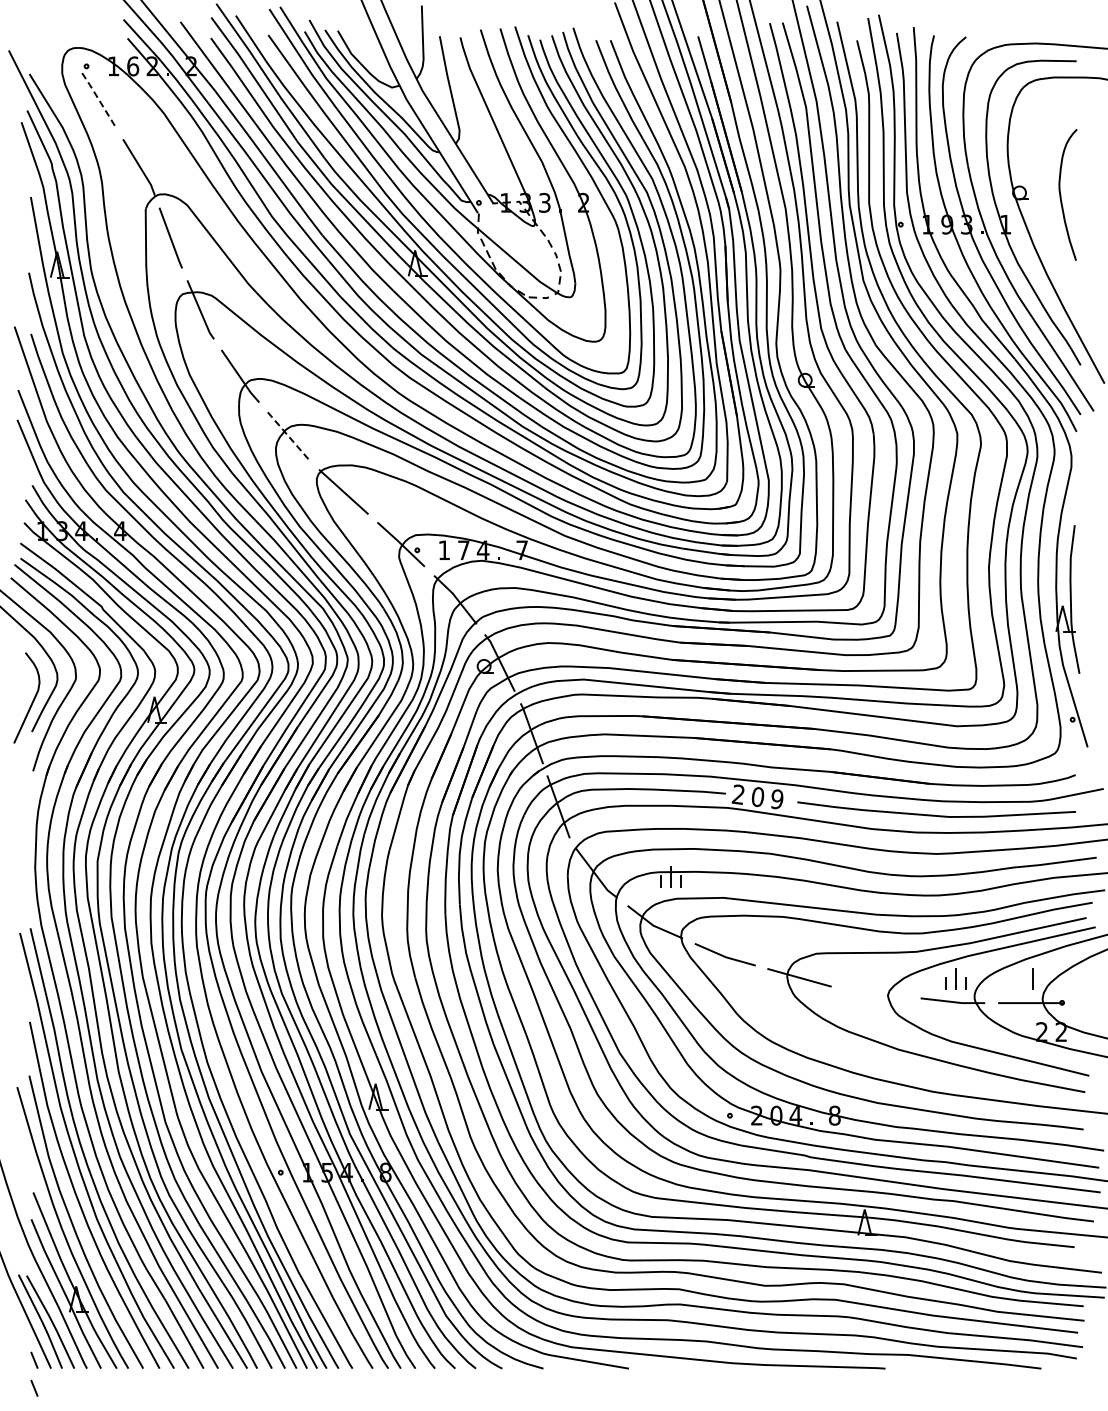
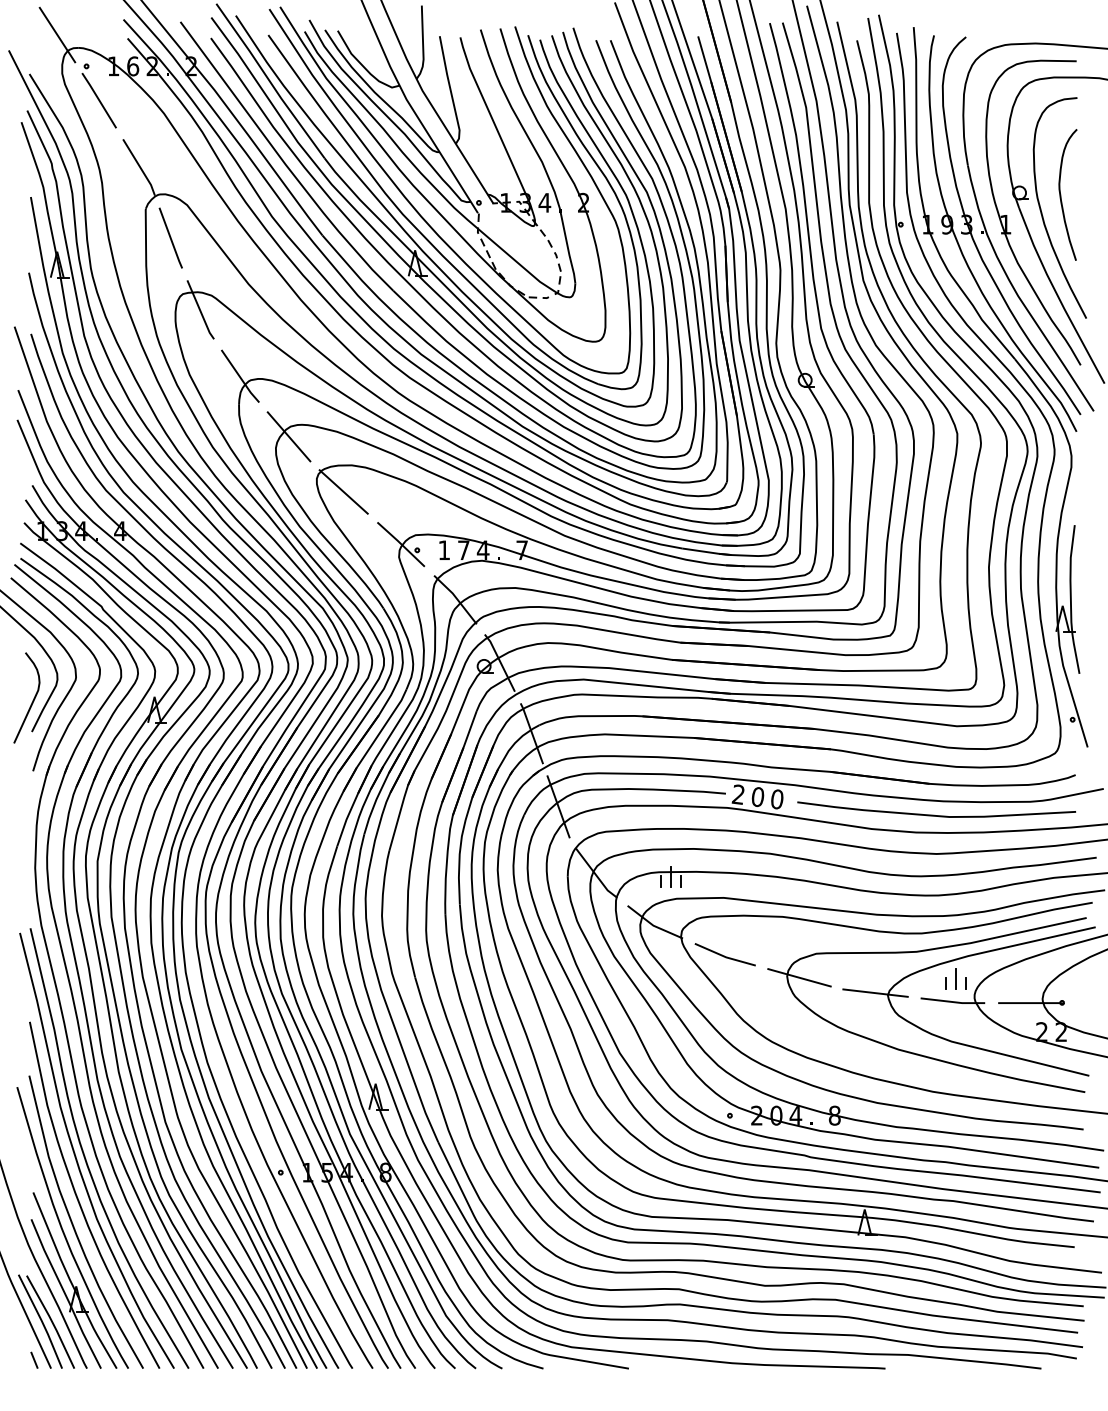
line at (57, 34): none -> present
line at (99, 100): dashed -> solid
text at (544, 202): 3 -> 4
curve at (1042, 212): none -> present
line at (289, 437): dashed -> solid
text at (777, 799): 9 -> 0
line at (1032, 978): present -> none
line at (875, 992): none -> present
line at (34, 1387): present -> none
